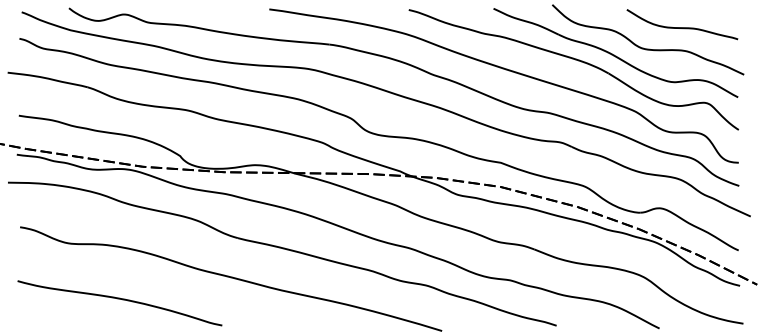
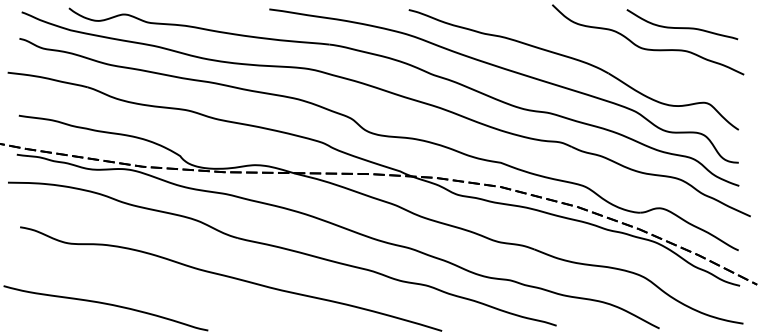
part at (615, 52): present -> none
curve at (119, 299) position: (119, 299) -> (105, 304)
